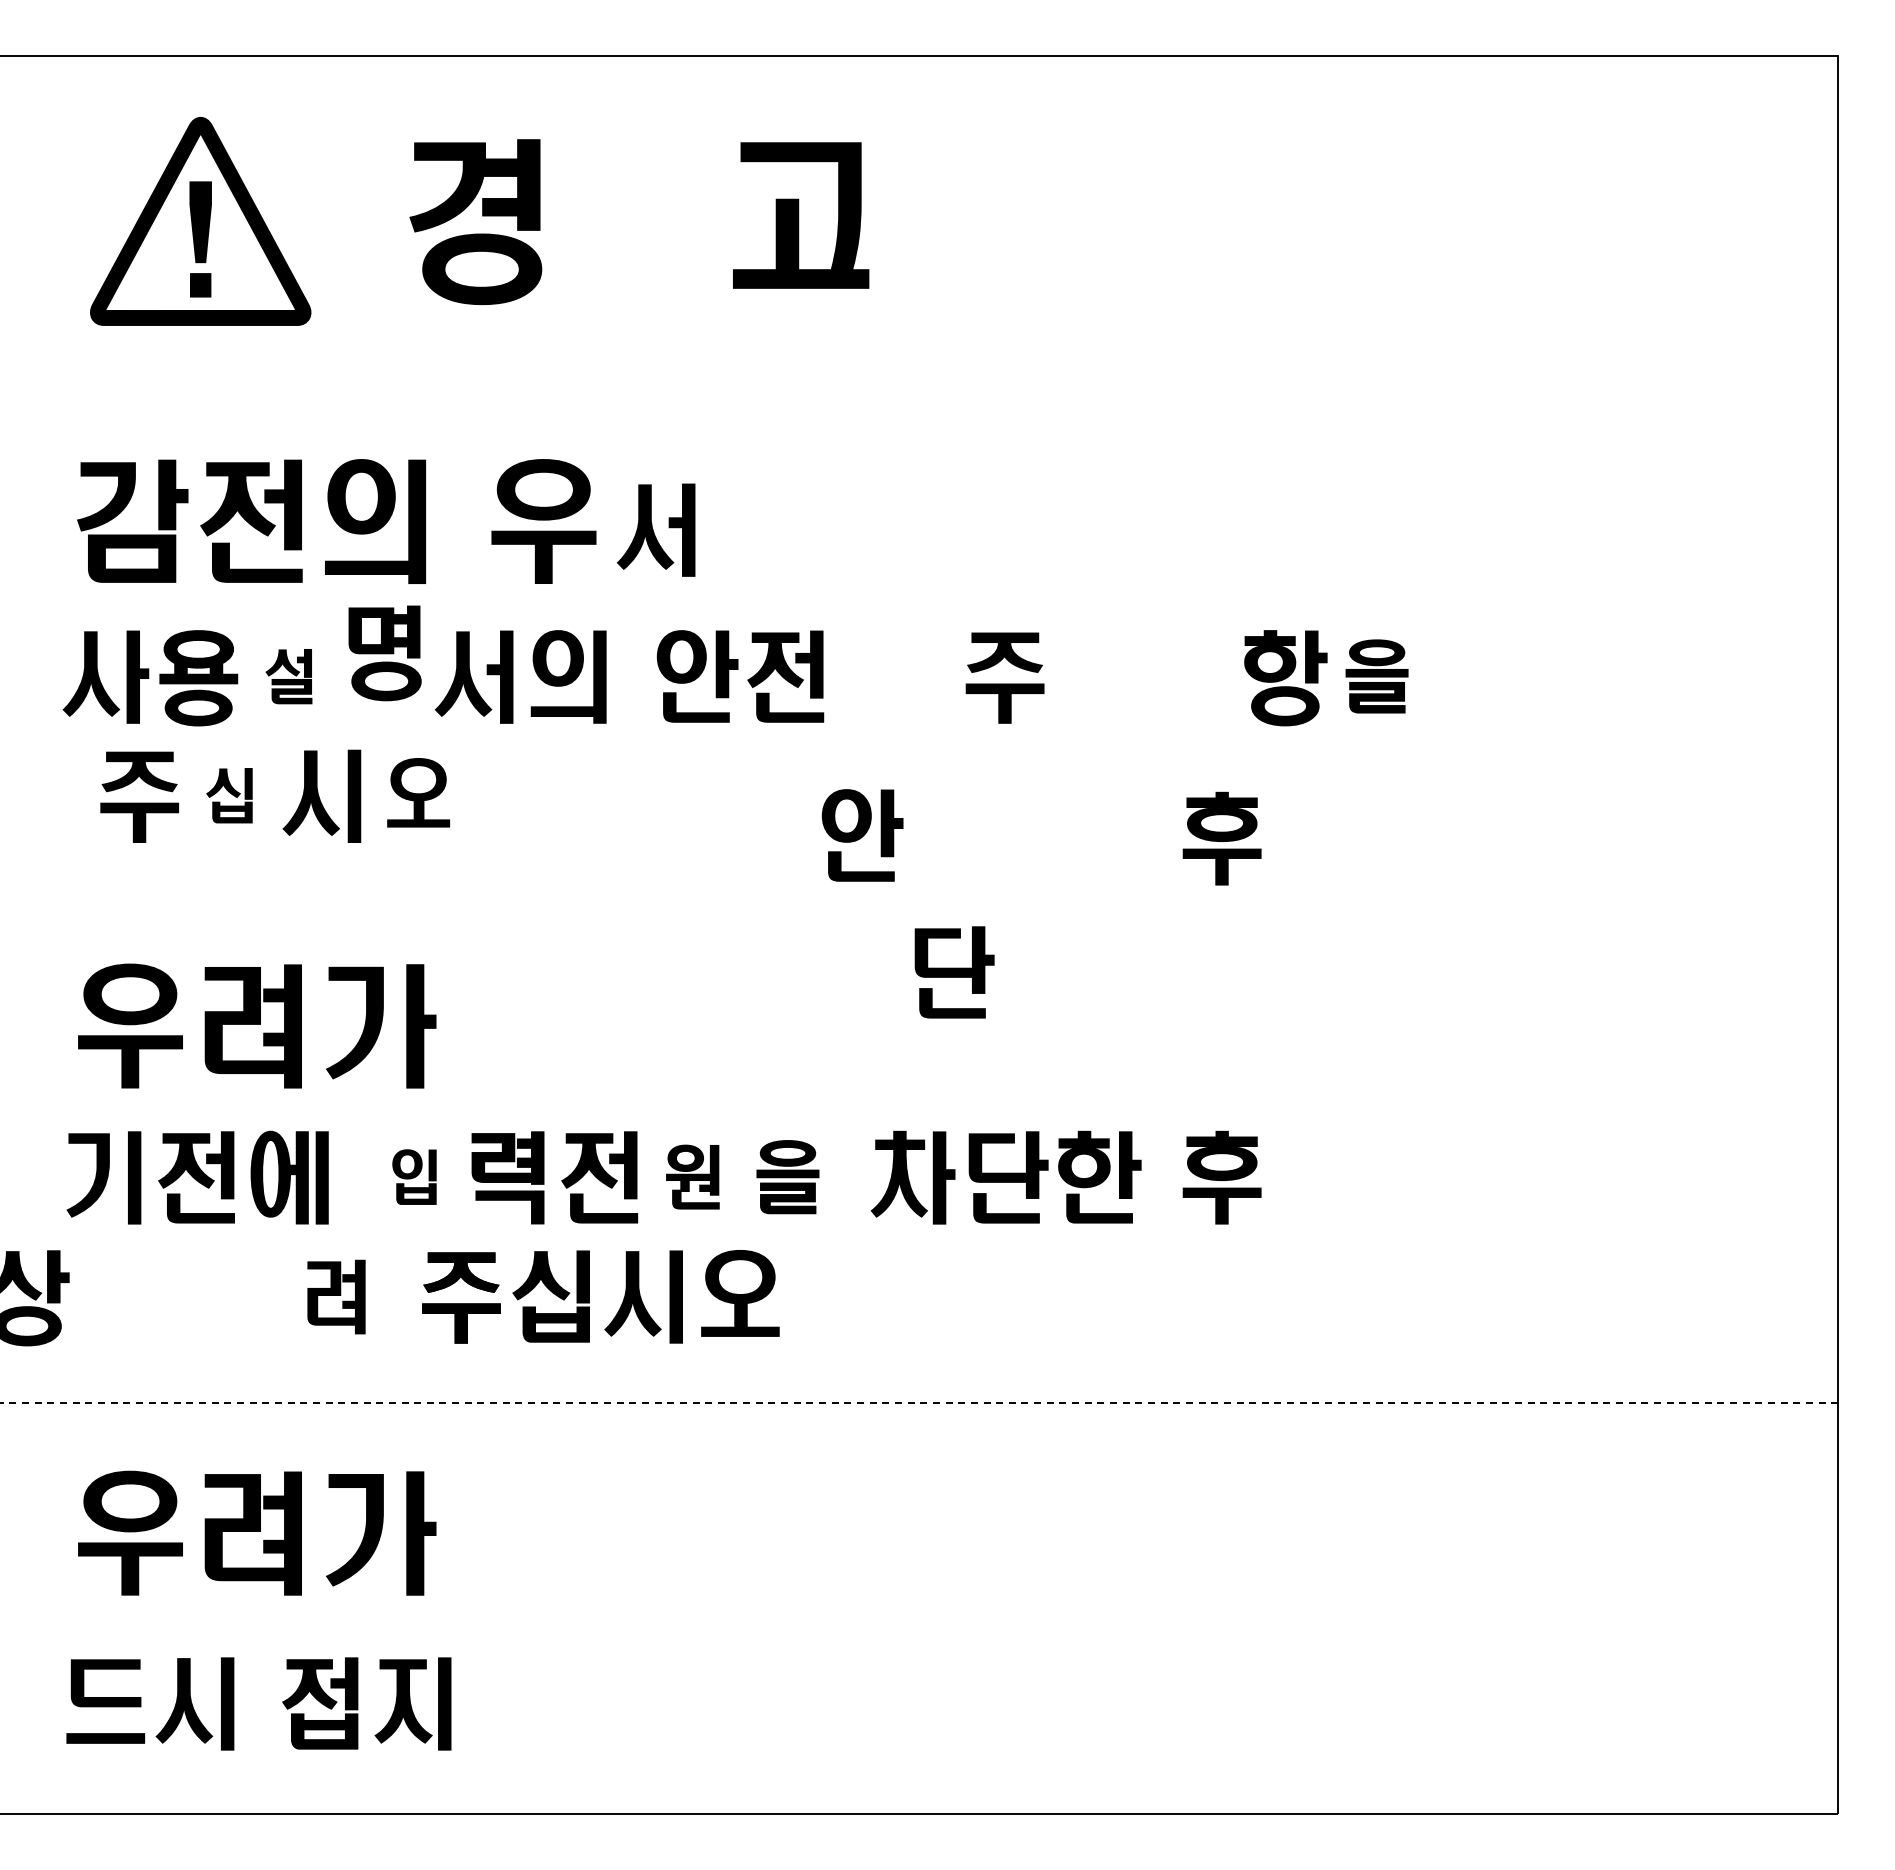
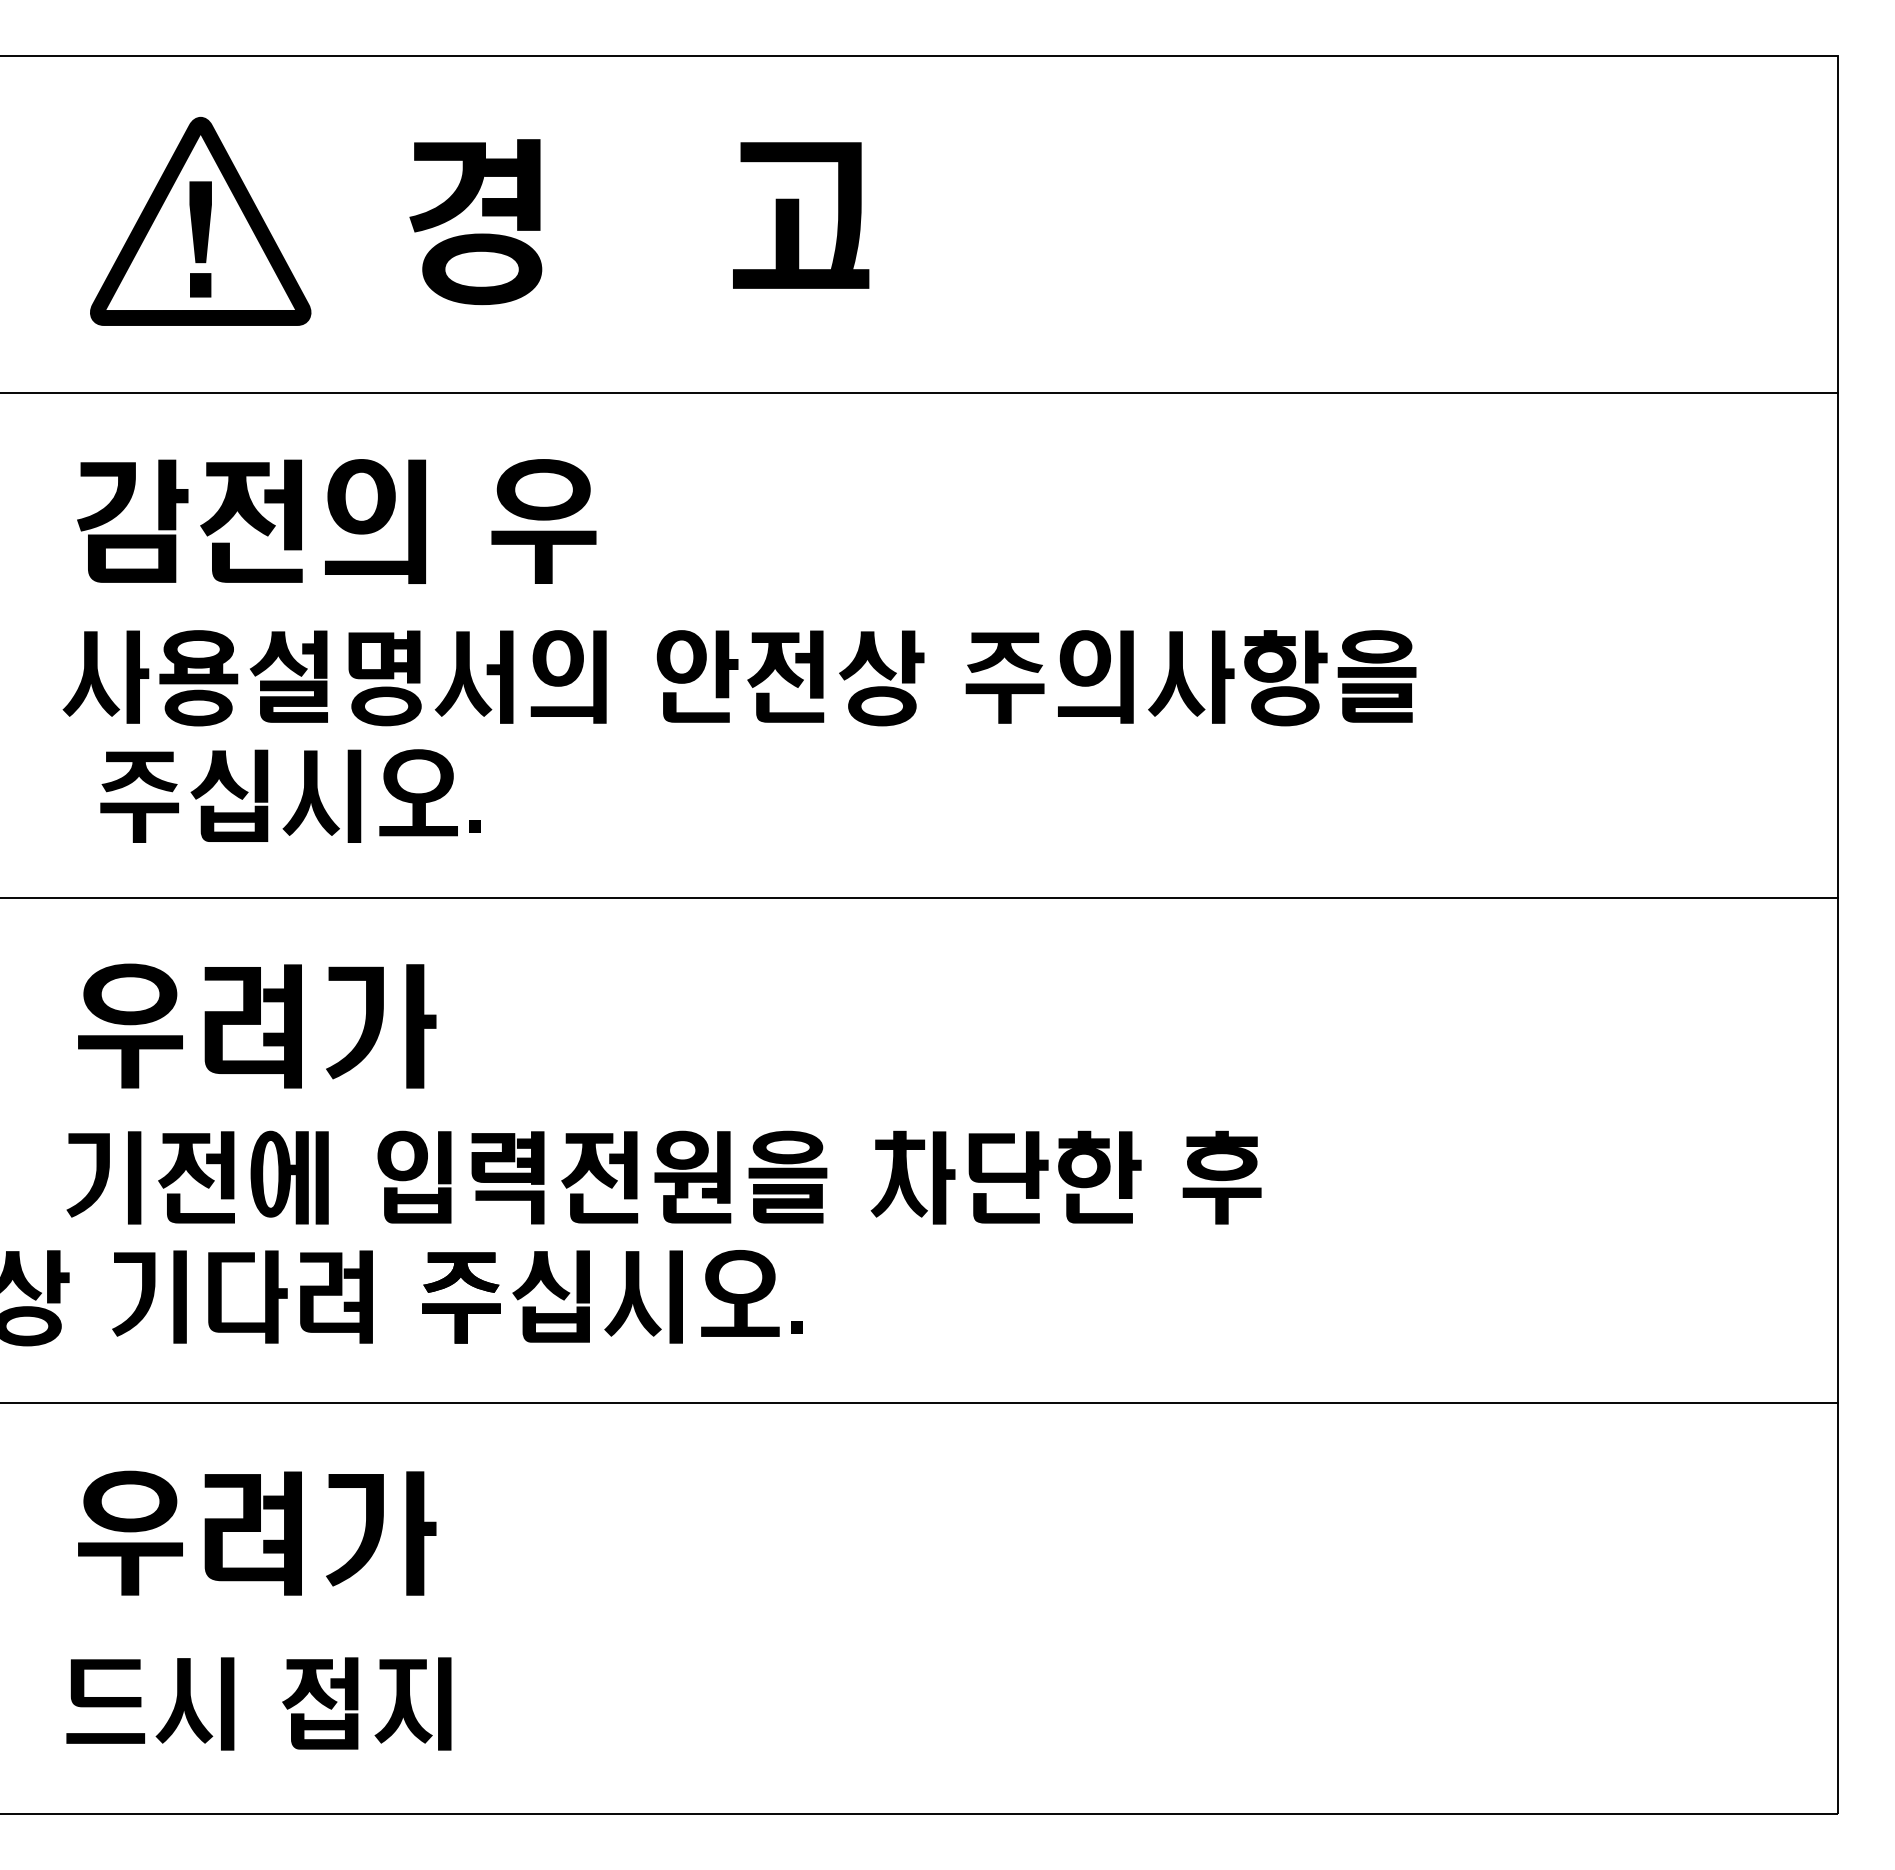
line at (920, 393): none -> present
part at (655, 529): present -> none
part at (384, 653) position: (384, 653) -> (384, 678)
part at (288, 676) size: 48x56 px -> 78x93 px
part at (1095, 676): none -> present
part at (1376, 676) size: 64x75 px -> 80x93 px
part at (881, 678): none -> present
part at (1185, 678): none -> present
part at (418, 792) size: 64x70 px -> 79x88 px
part at (229, 795) size: 47x56 px -> 79x93 px
fill at (474, 826): none -> present
part at (862, 835): present -> none
part at (1221, 838): present -> none
line at (920, 898): none -> present
part at (954, 972): present -> none
part at (414, 1176) size: 45x56 px -> 75x94 px
part at (692, 1176) size: 54x66 px -> 78x94 px
part at (787, 1177) size: 64x75 px -> 80x94 px
part at (149, 1296): none -> present
fill at (247, 1296): none -> present
part at (336, 1296) size: 59x76 px -> 73x94 px
fill at (796, 1326): none -> present
line at (919, 1402): dashed -> solid
